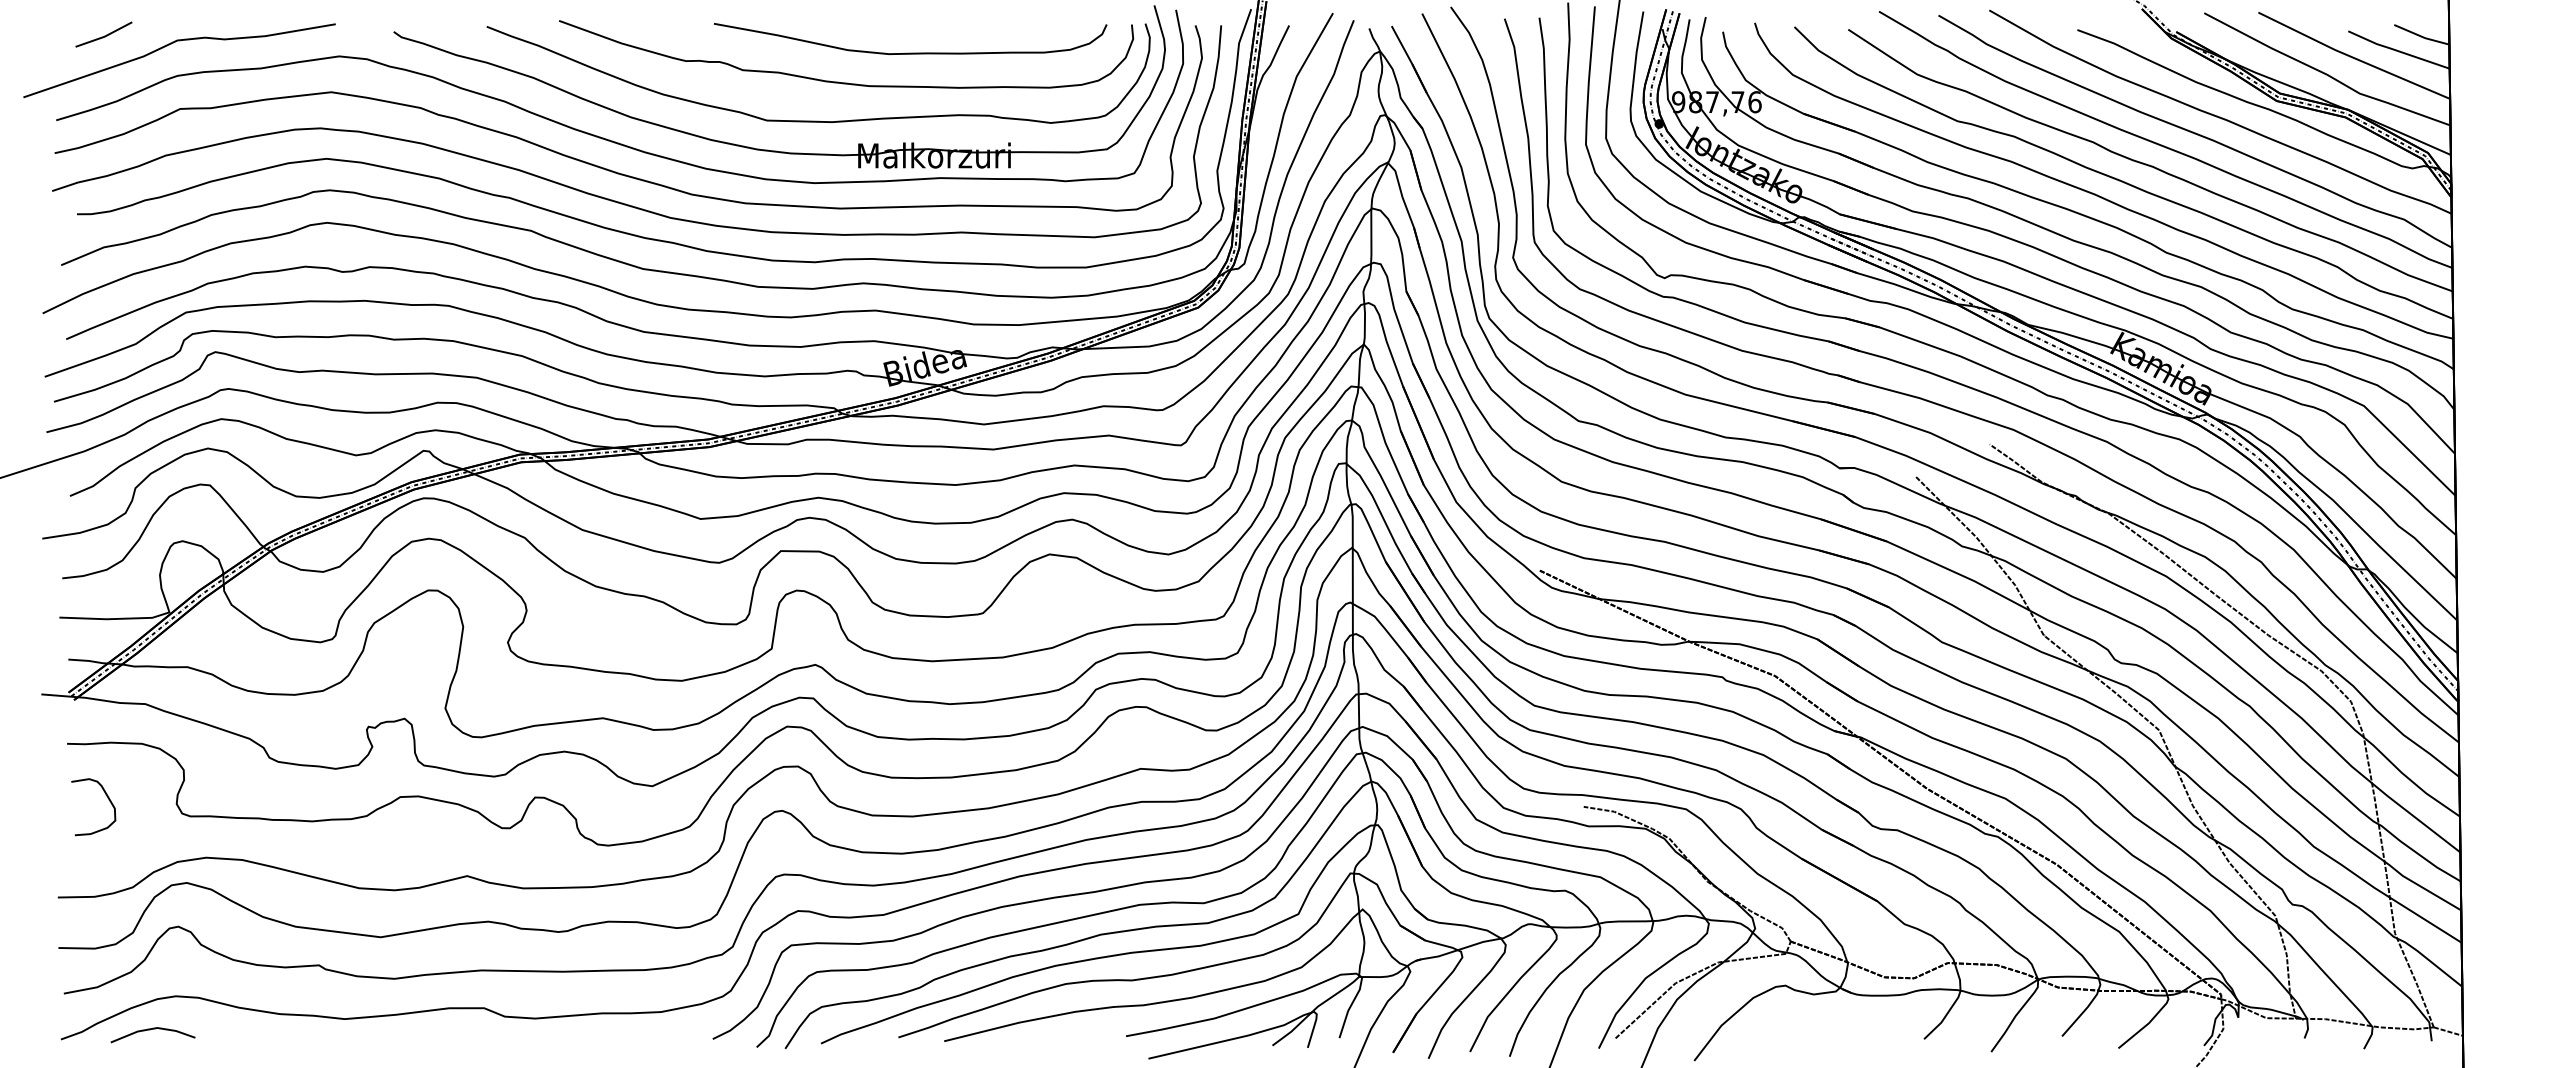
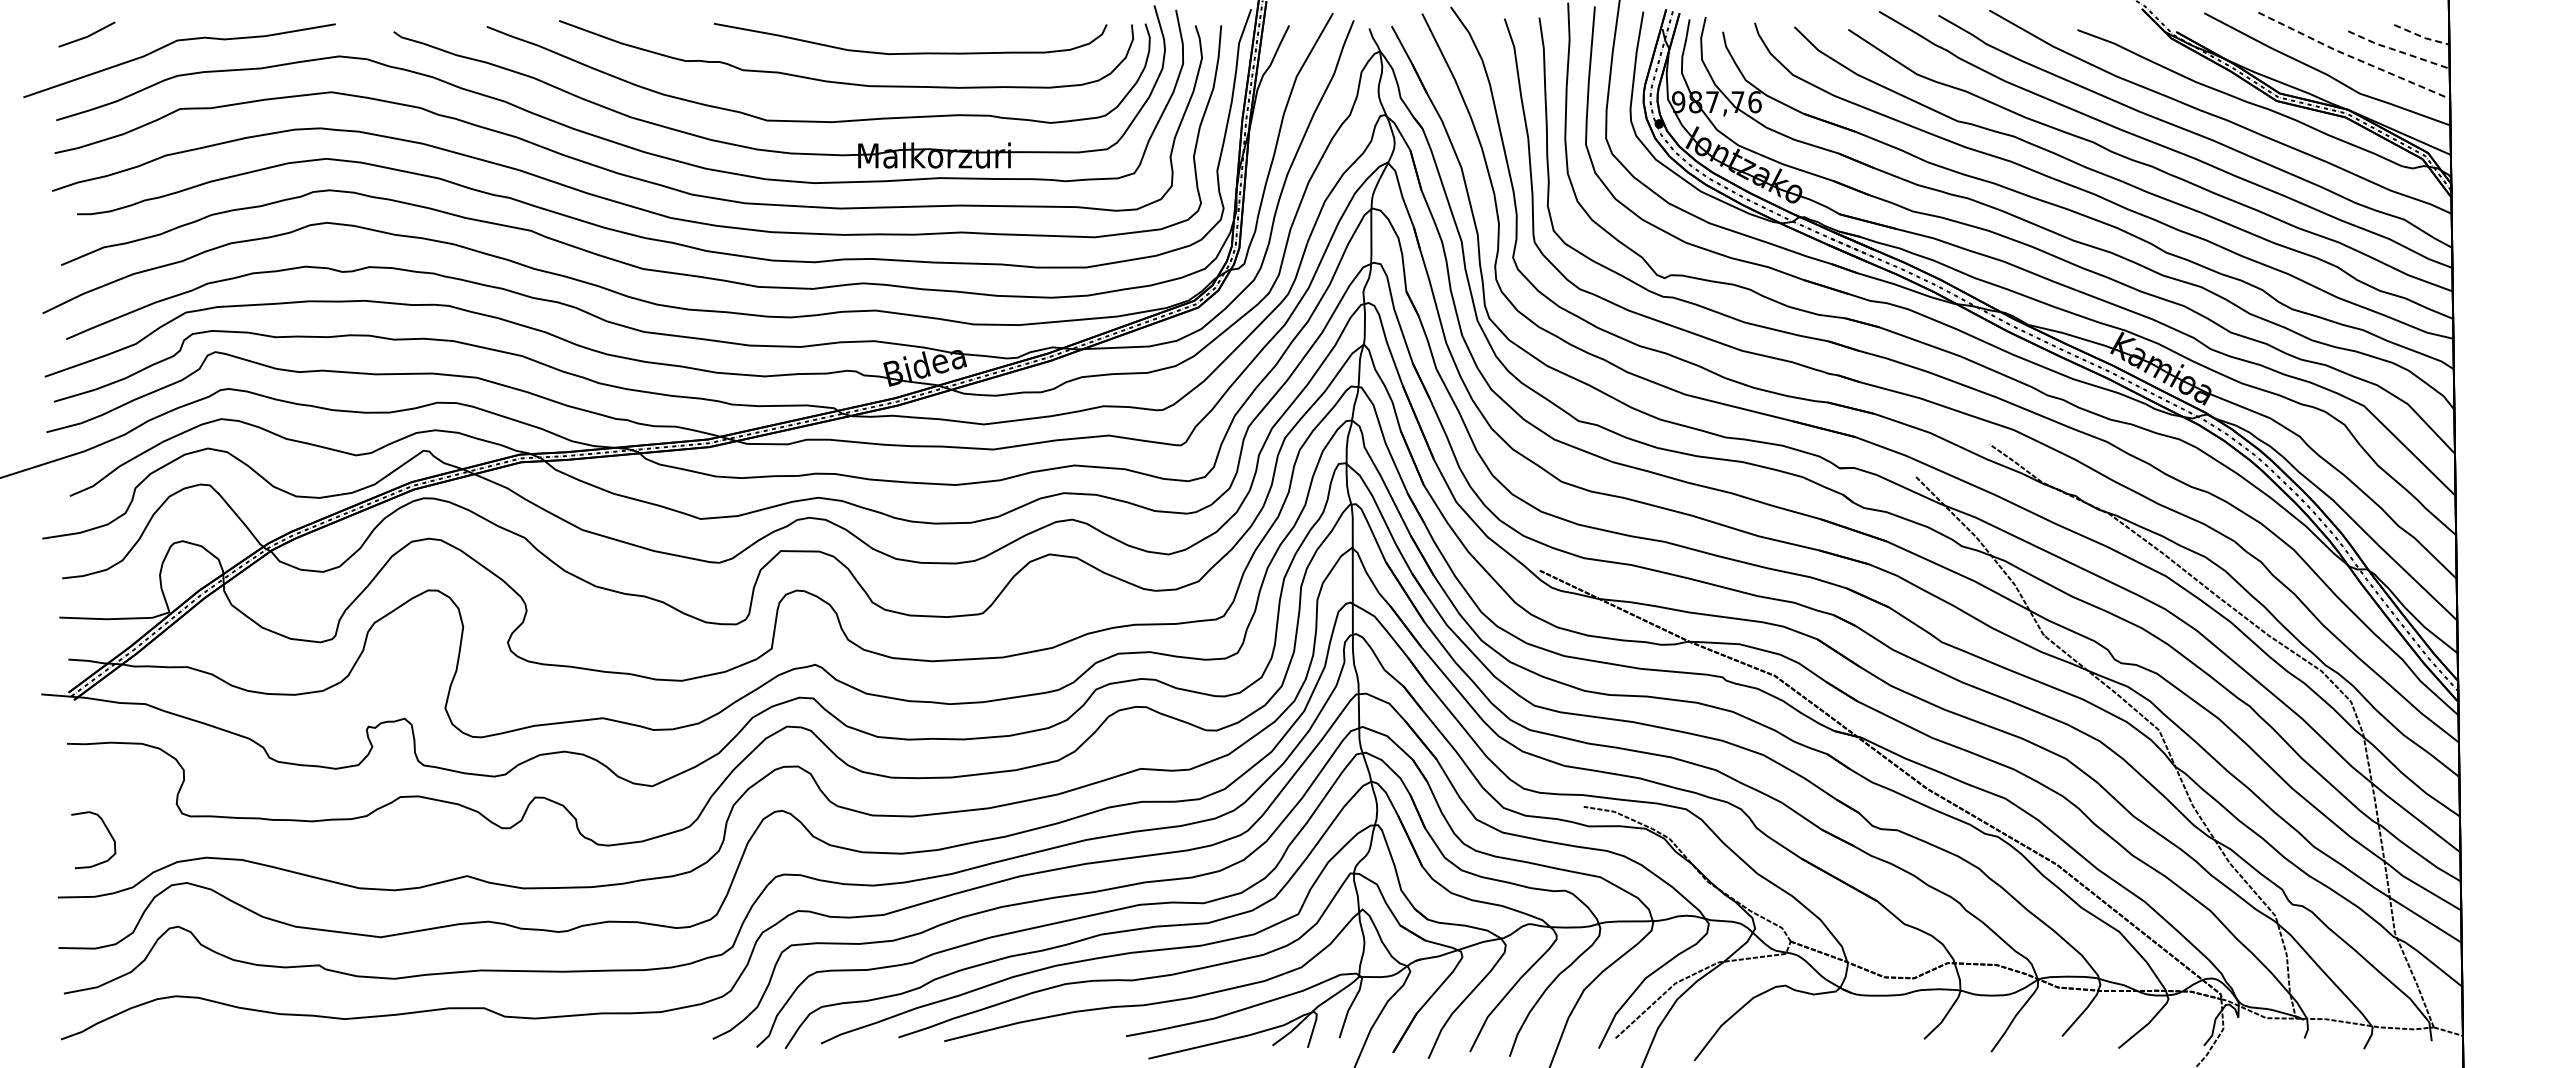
line at (104, 35) position: (104, 35) -> (87, 35)
line at (2422, 37): solid -> dashed
line at (2397, 50): solid -> dashed
line at (2352, 57): solid -> dashed
curve at (107, 798) position: (107, 798) -> (107, 831)
line at (150, 1030): present -> none
